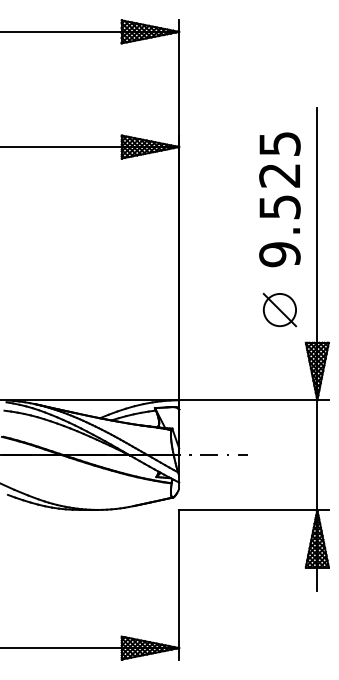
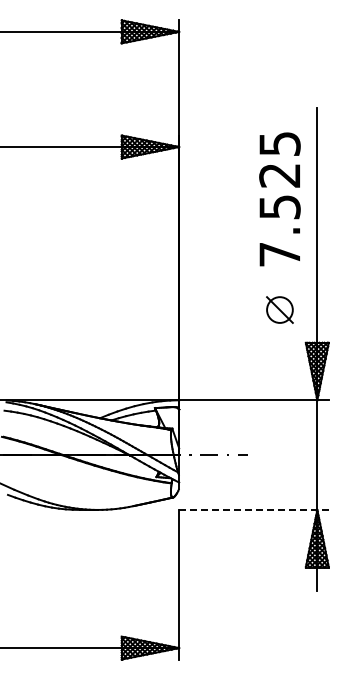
text at (279, 254): 9.525 -> 7.525
part at (279, 309) size: 36x36 px -> 28x28 px
line at (254, 509): solid -> dashed
